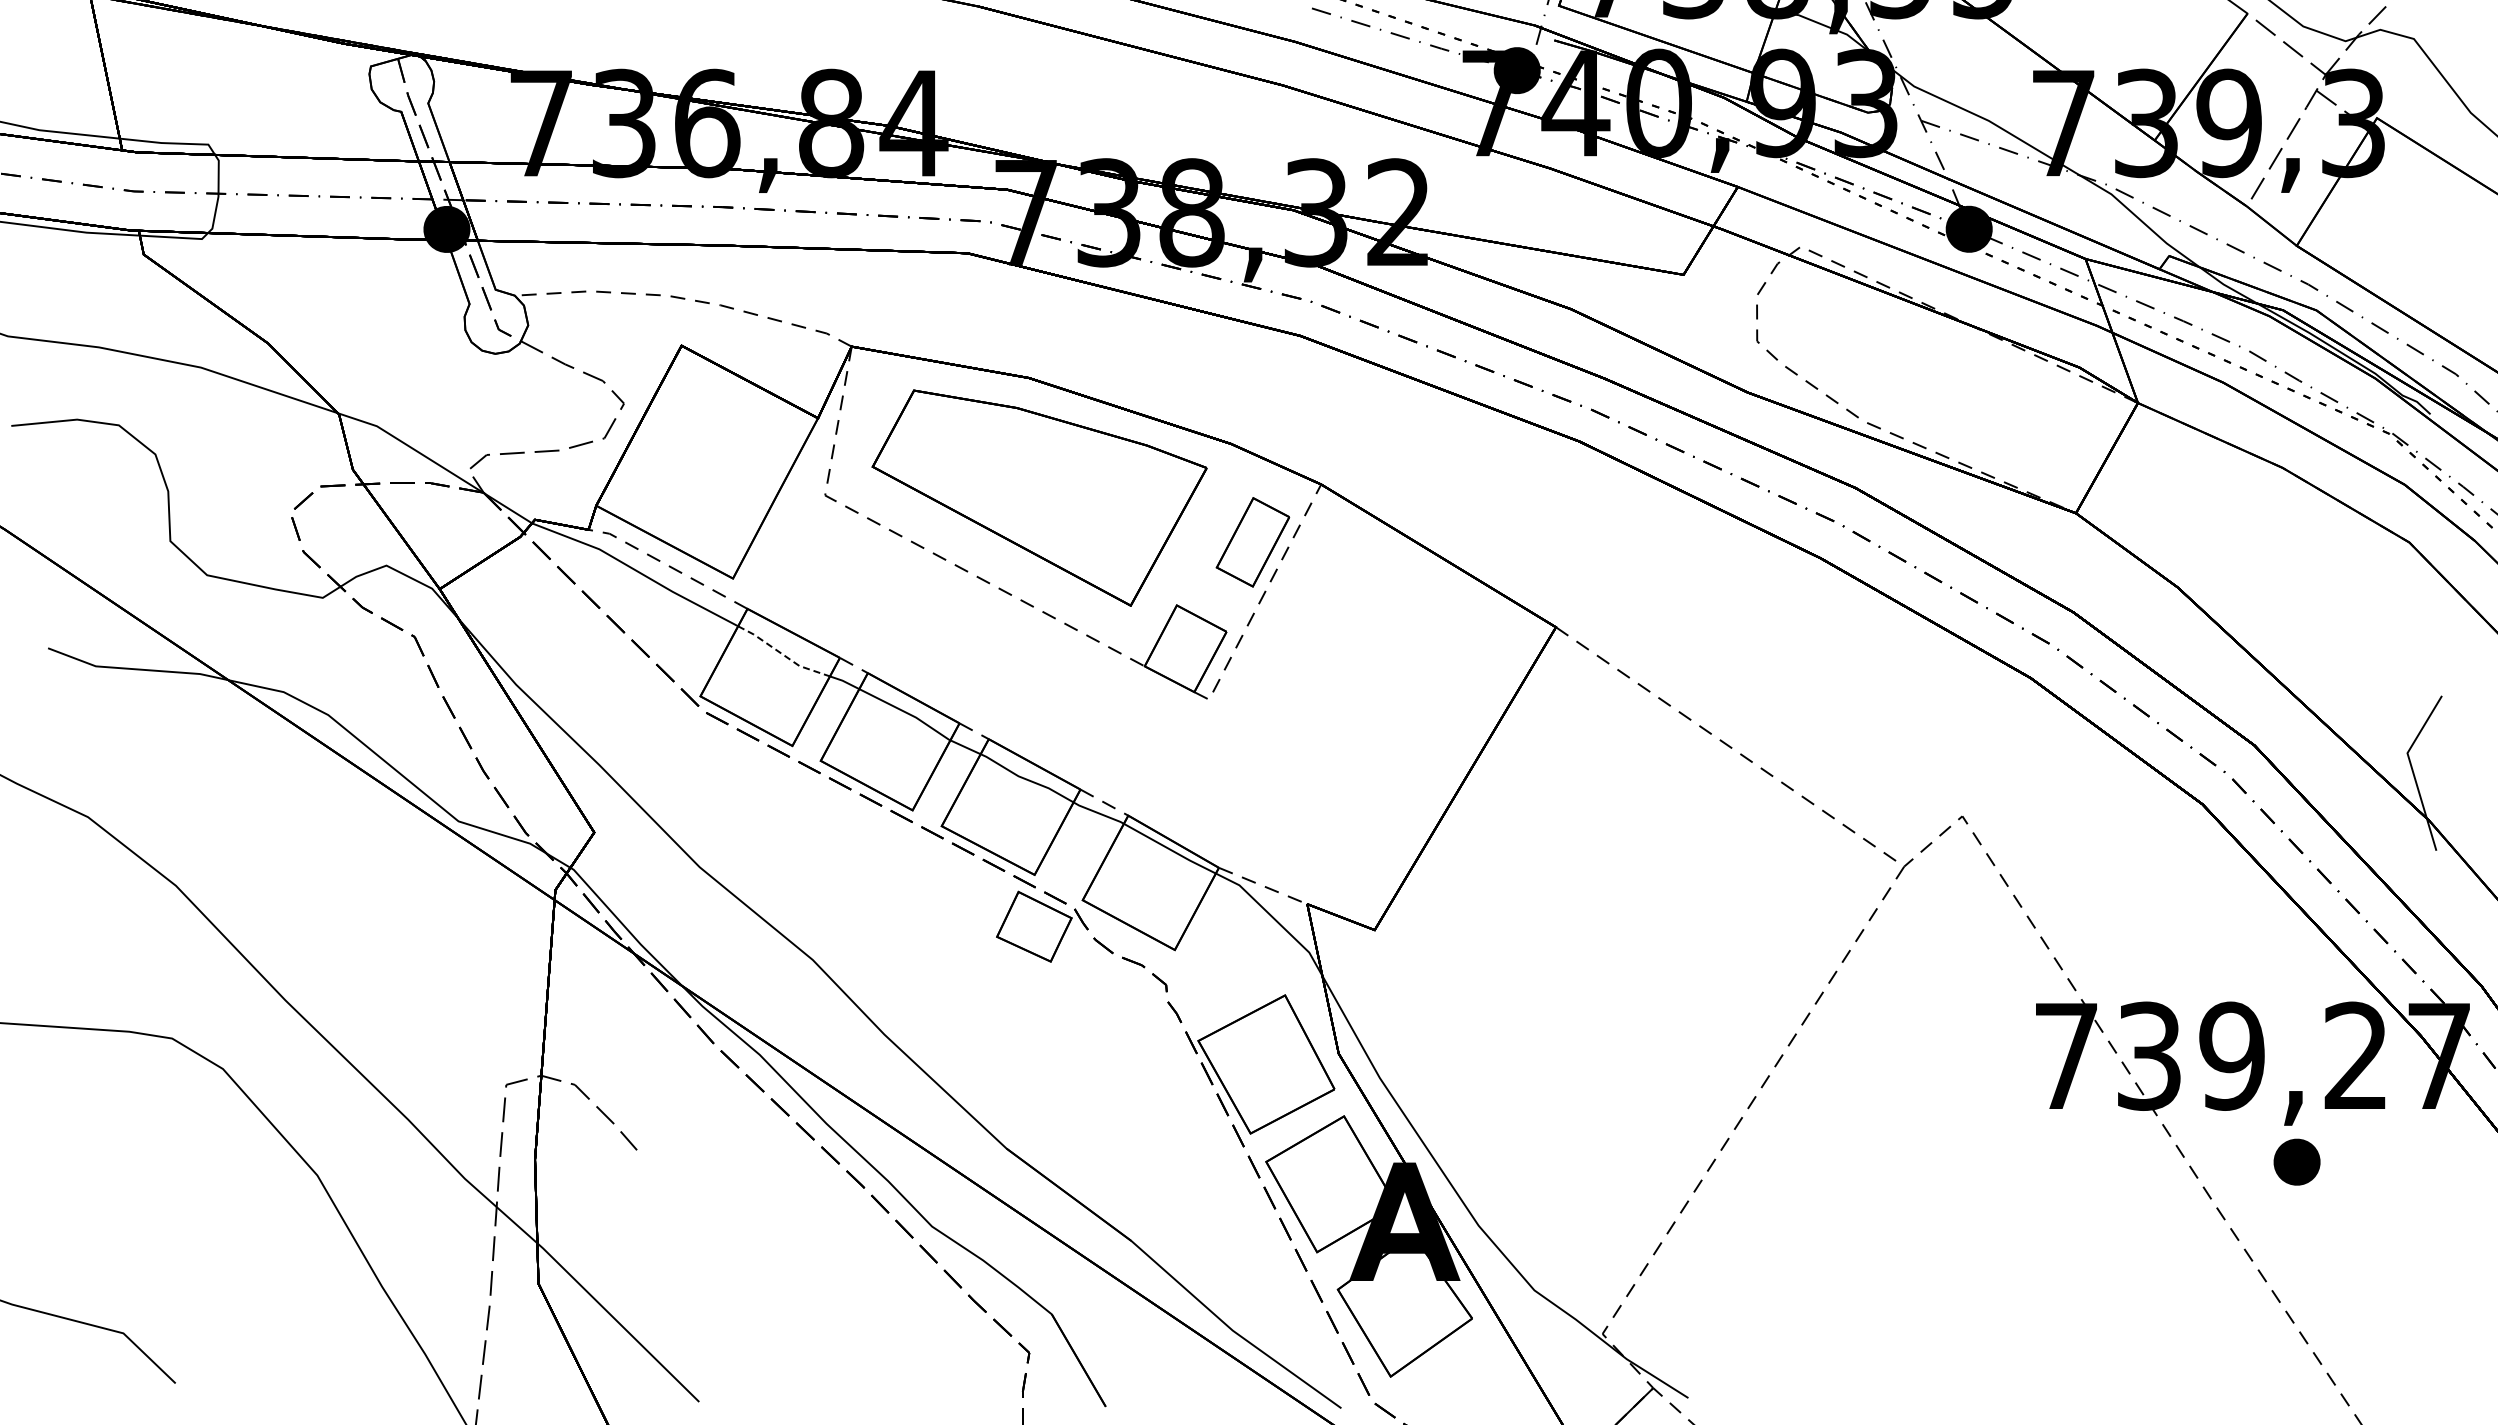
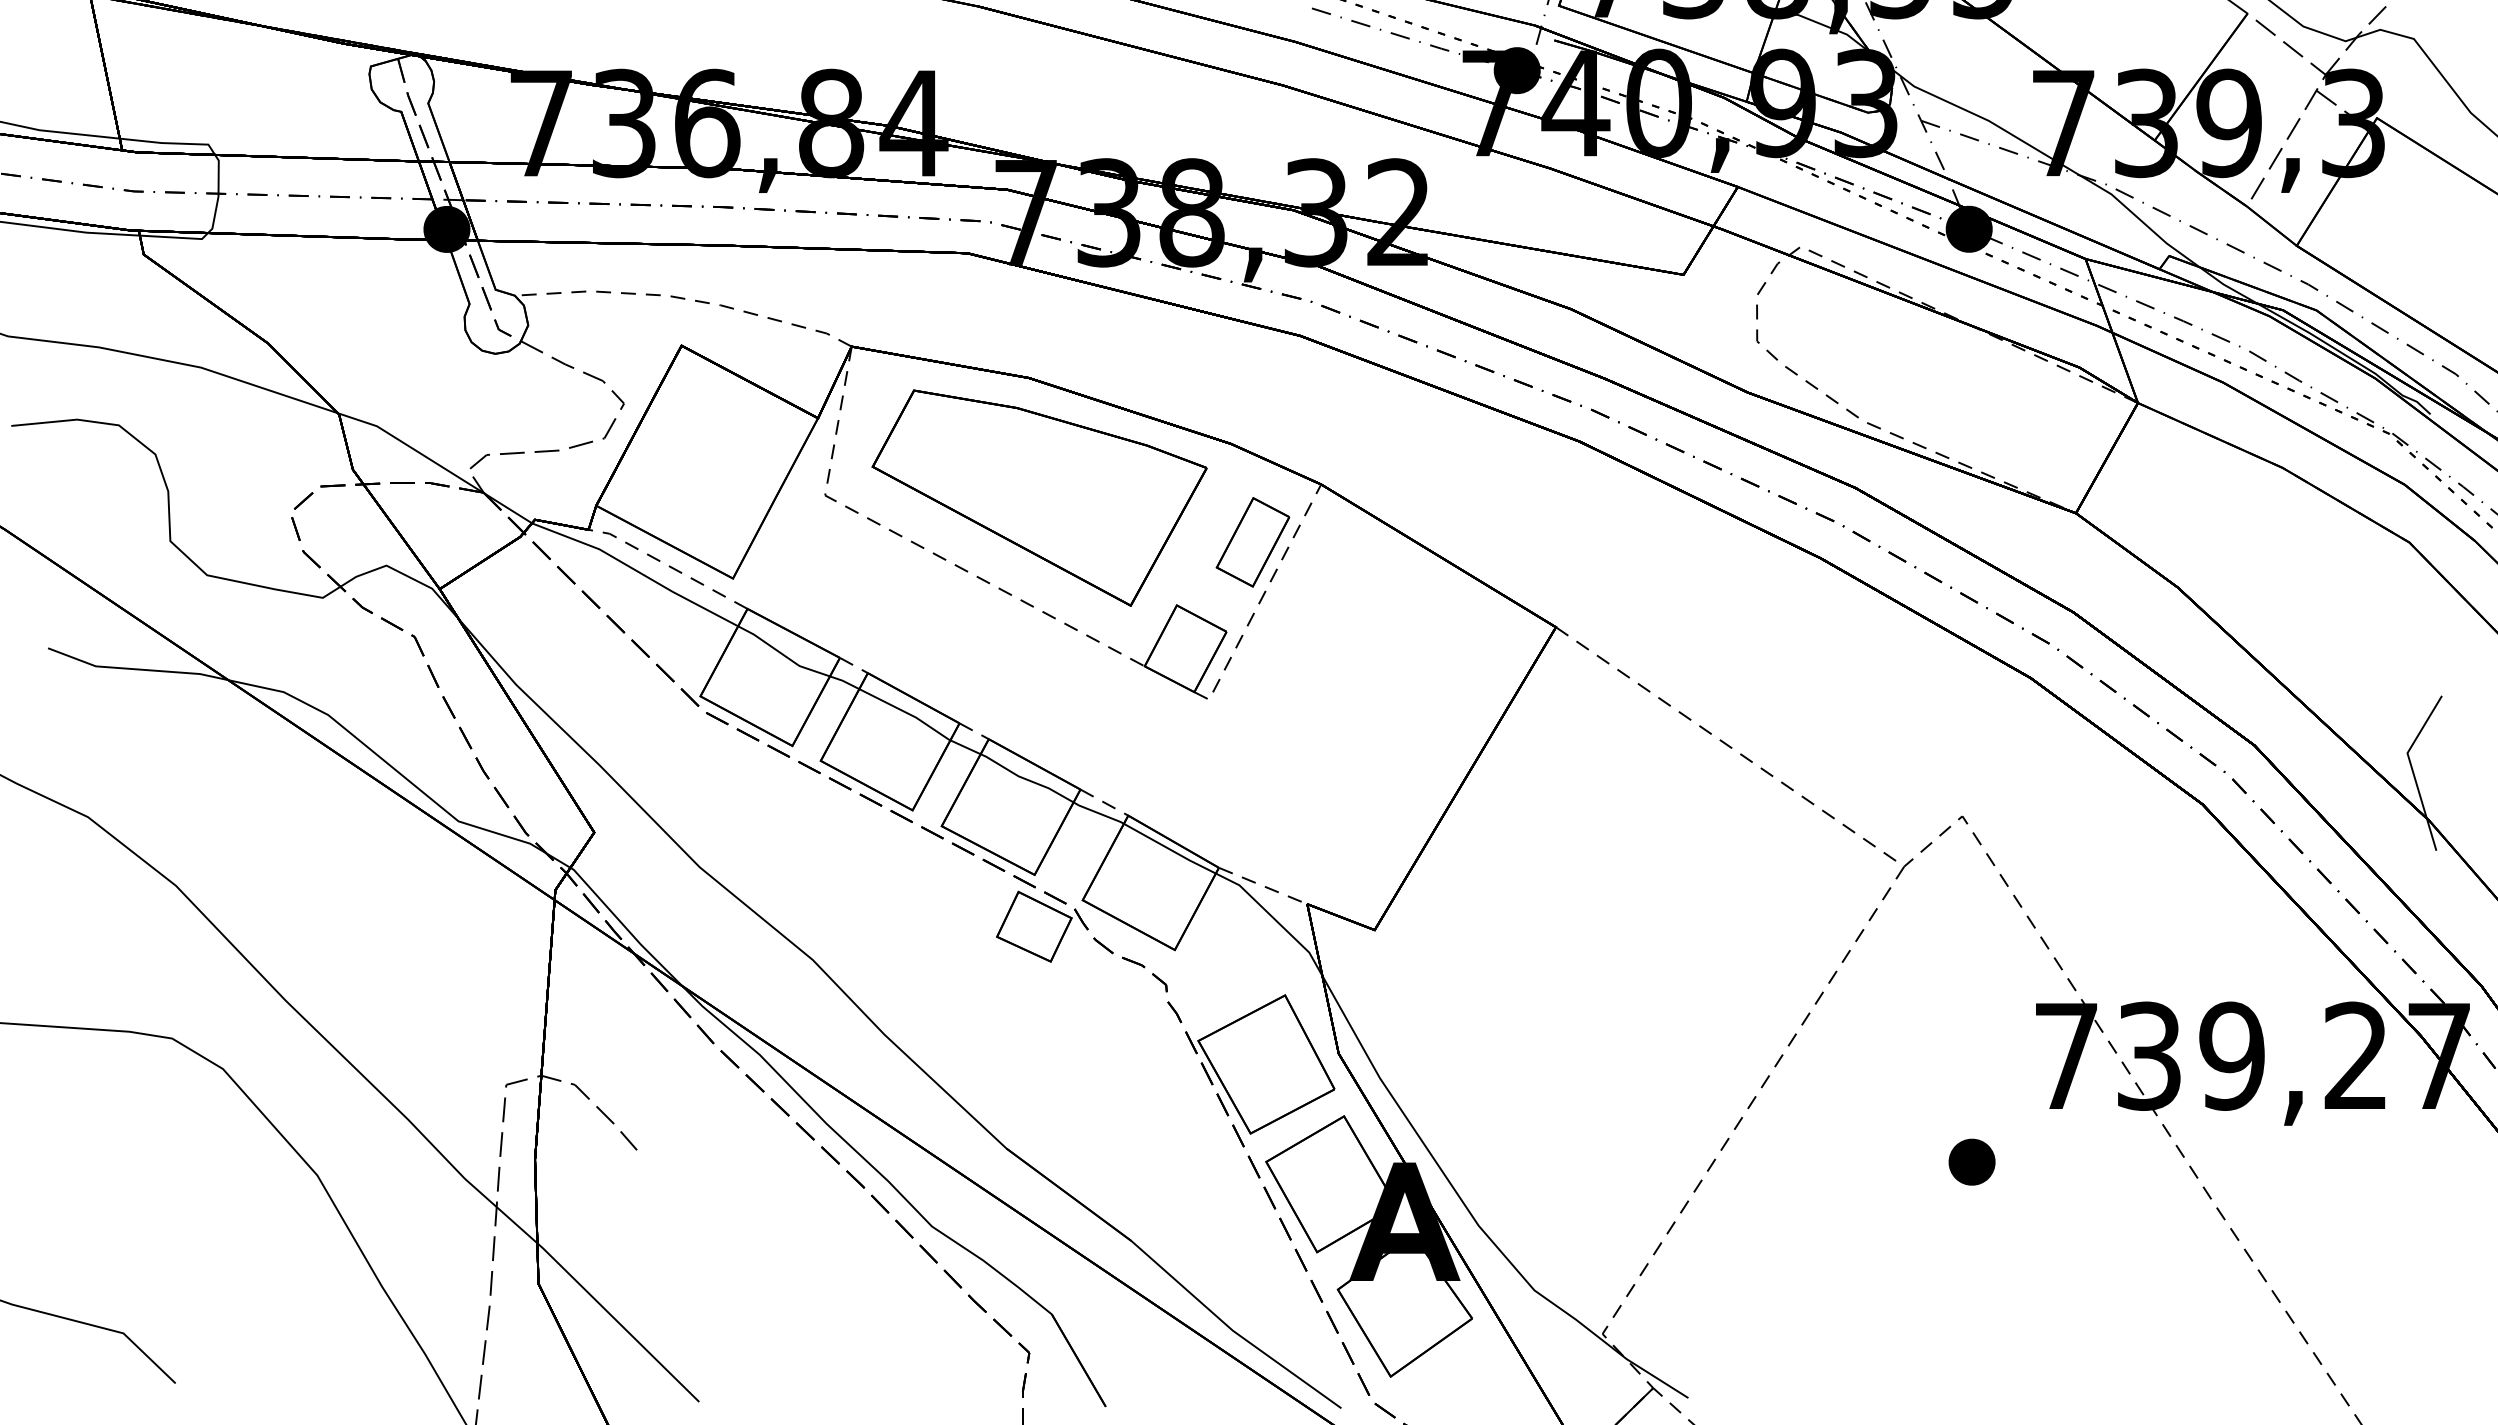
line at (783, 654): dashed -> solid
part at (2296, 1161) position: (2296, 1161) -> (1971, 1161)
